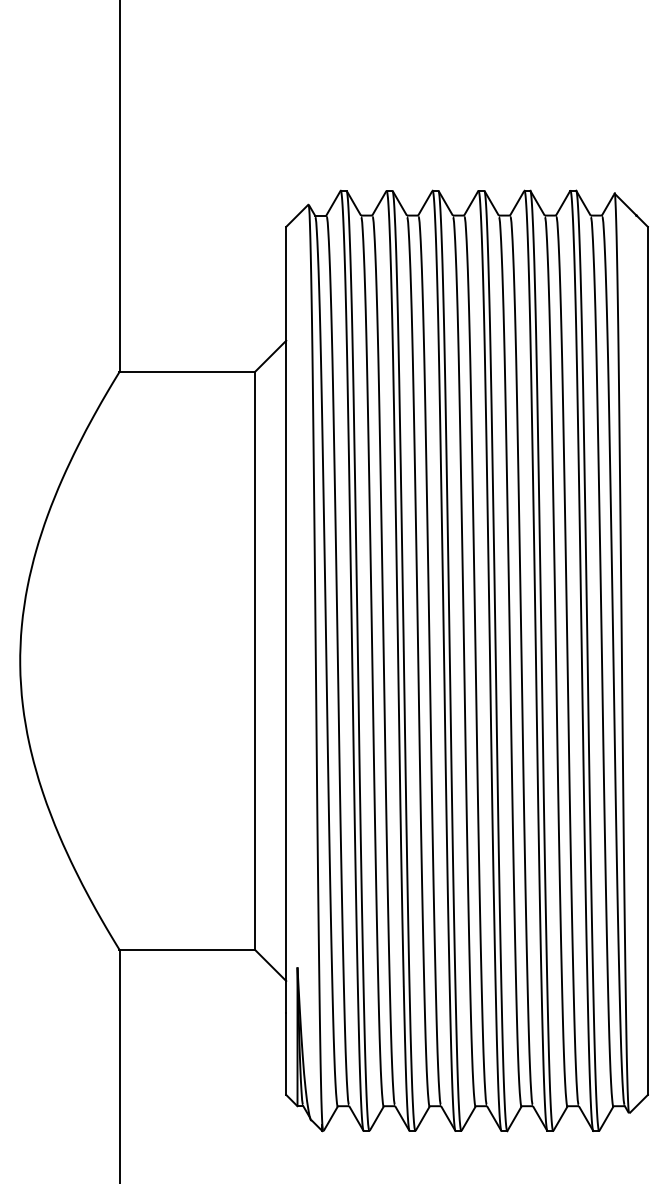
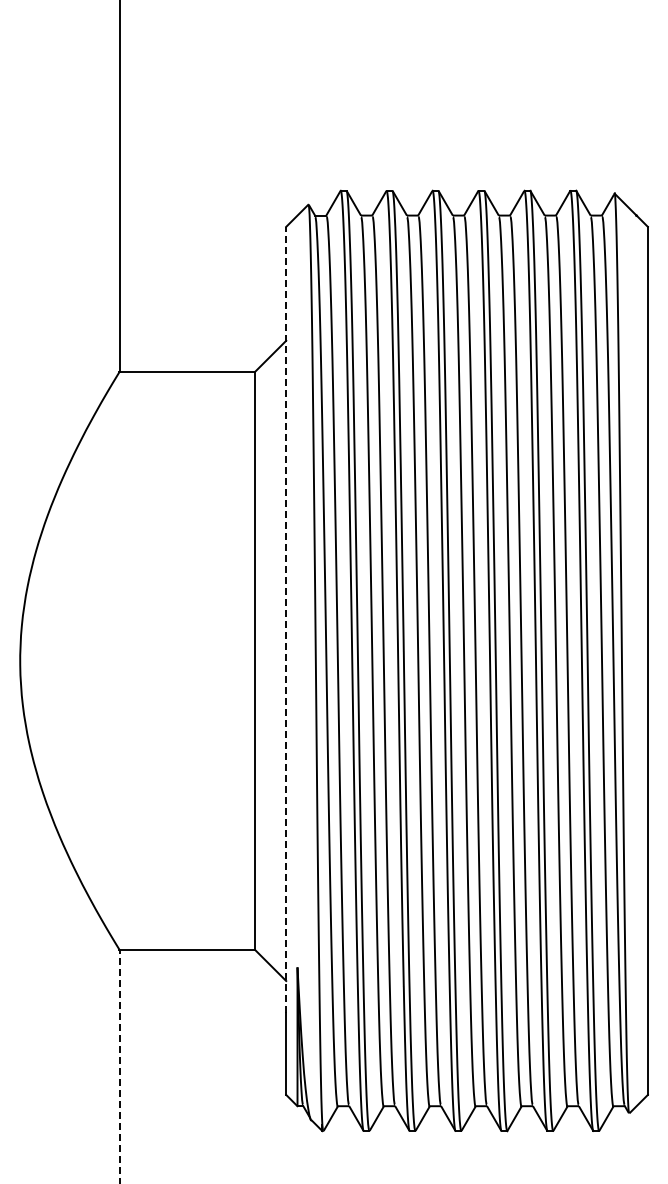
line at (286, 619): solid -> dashed
line at (119, 1066): solid -> dashed
